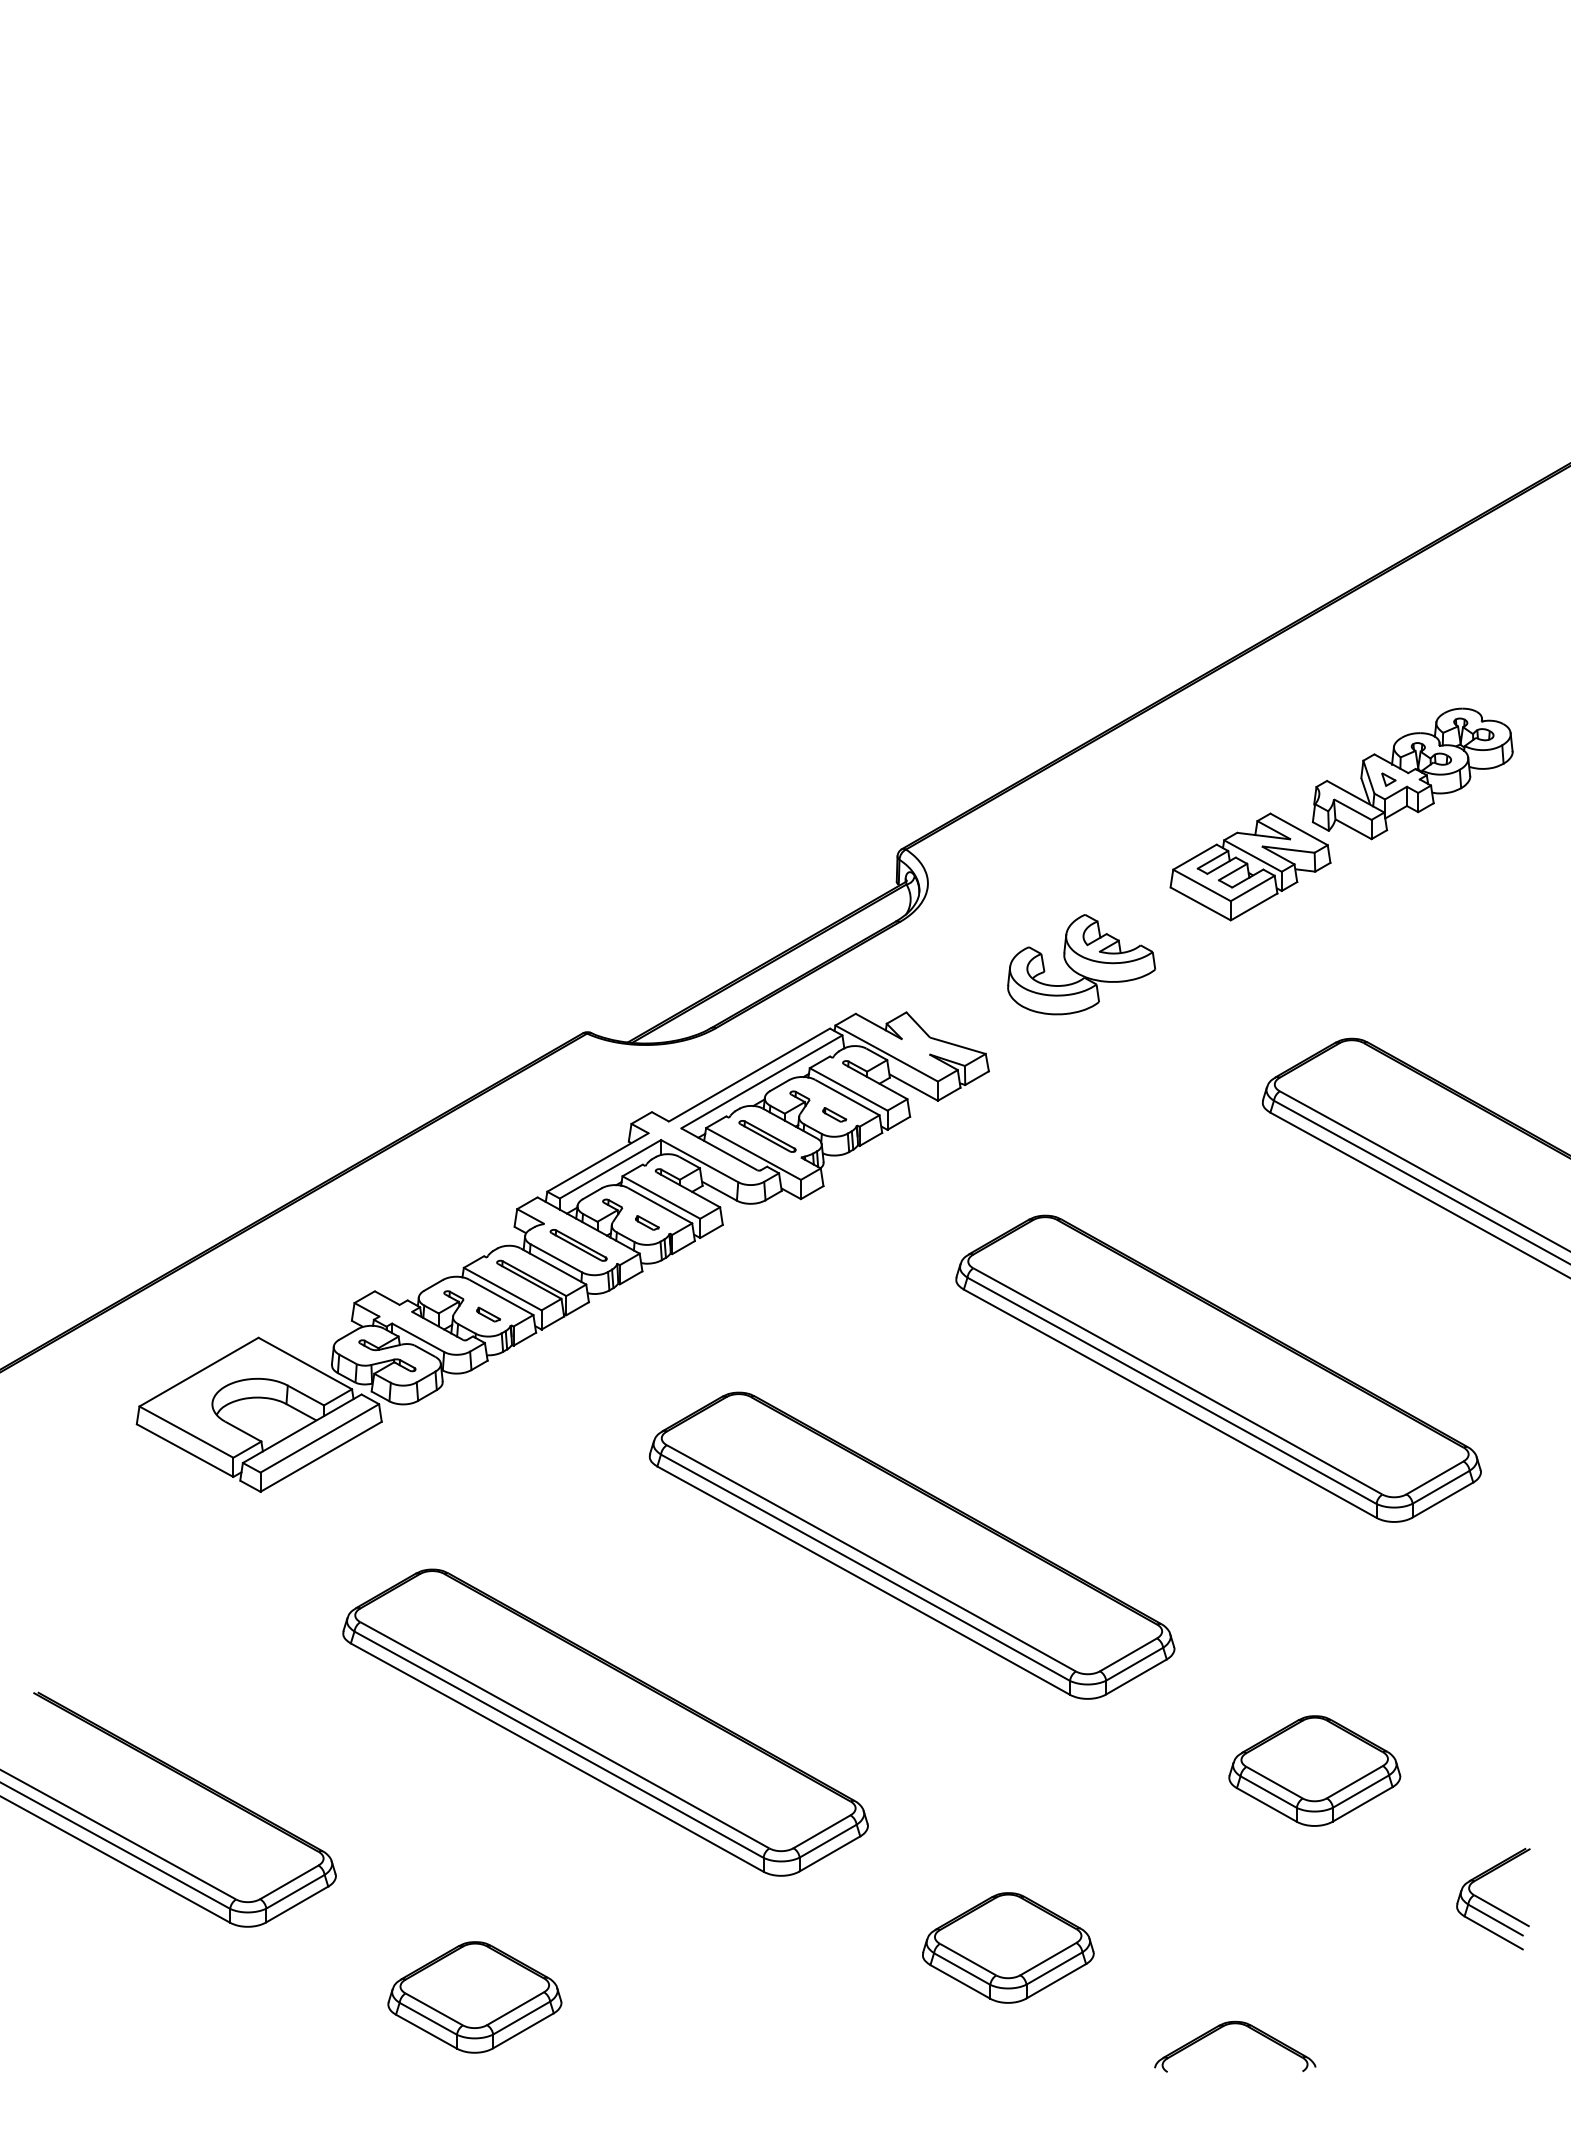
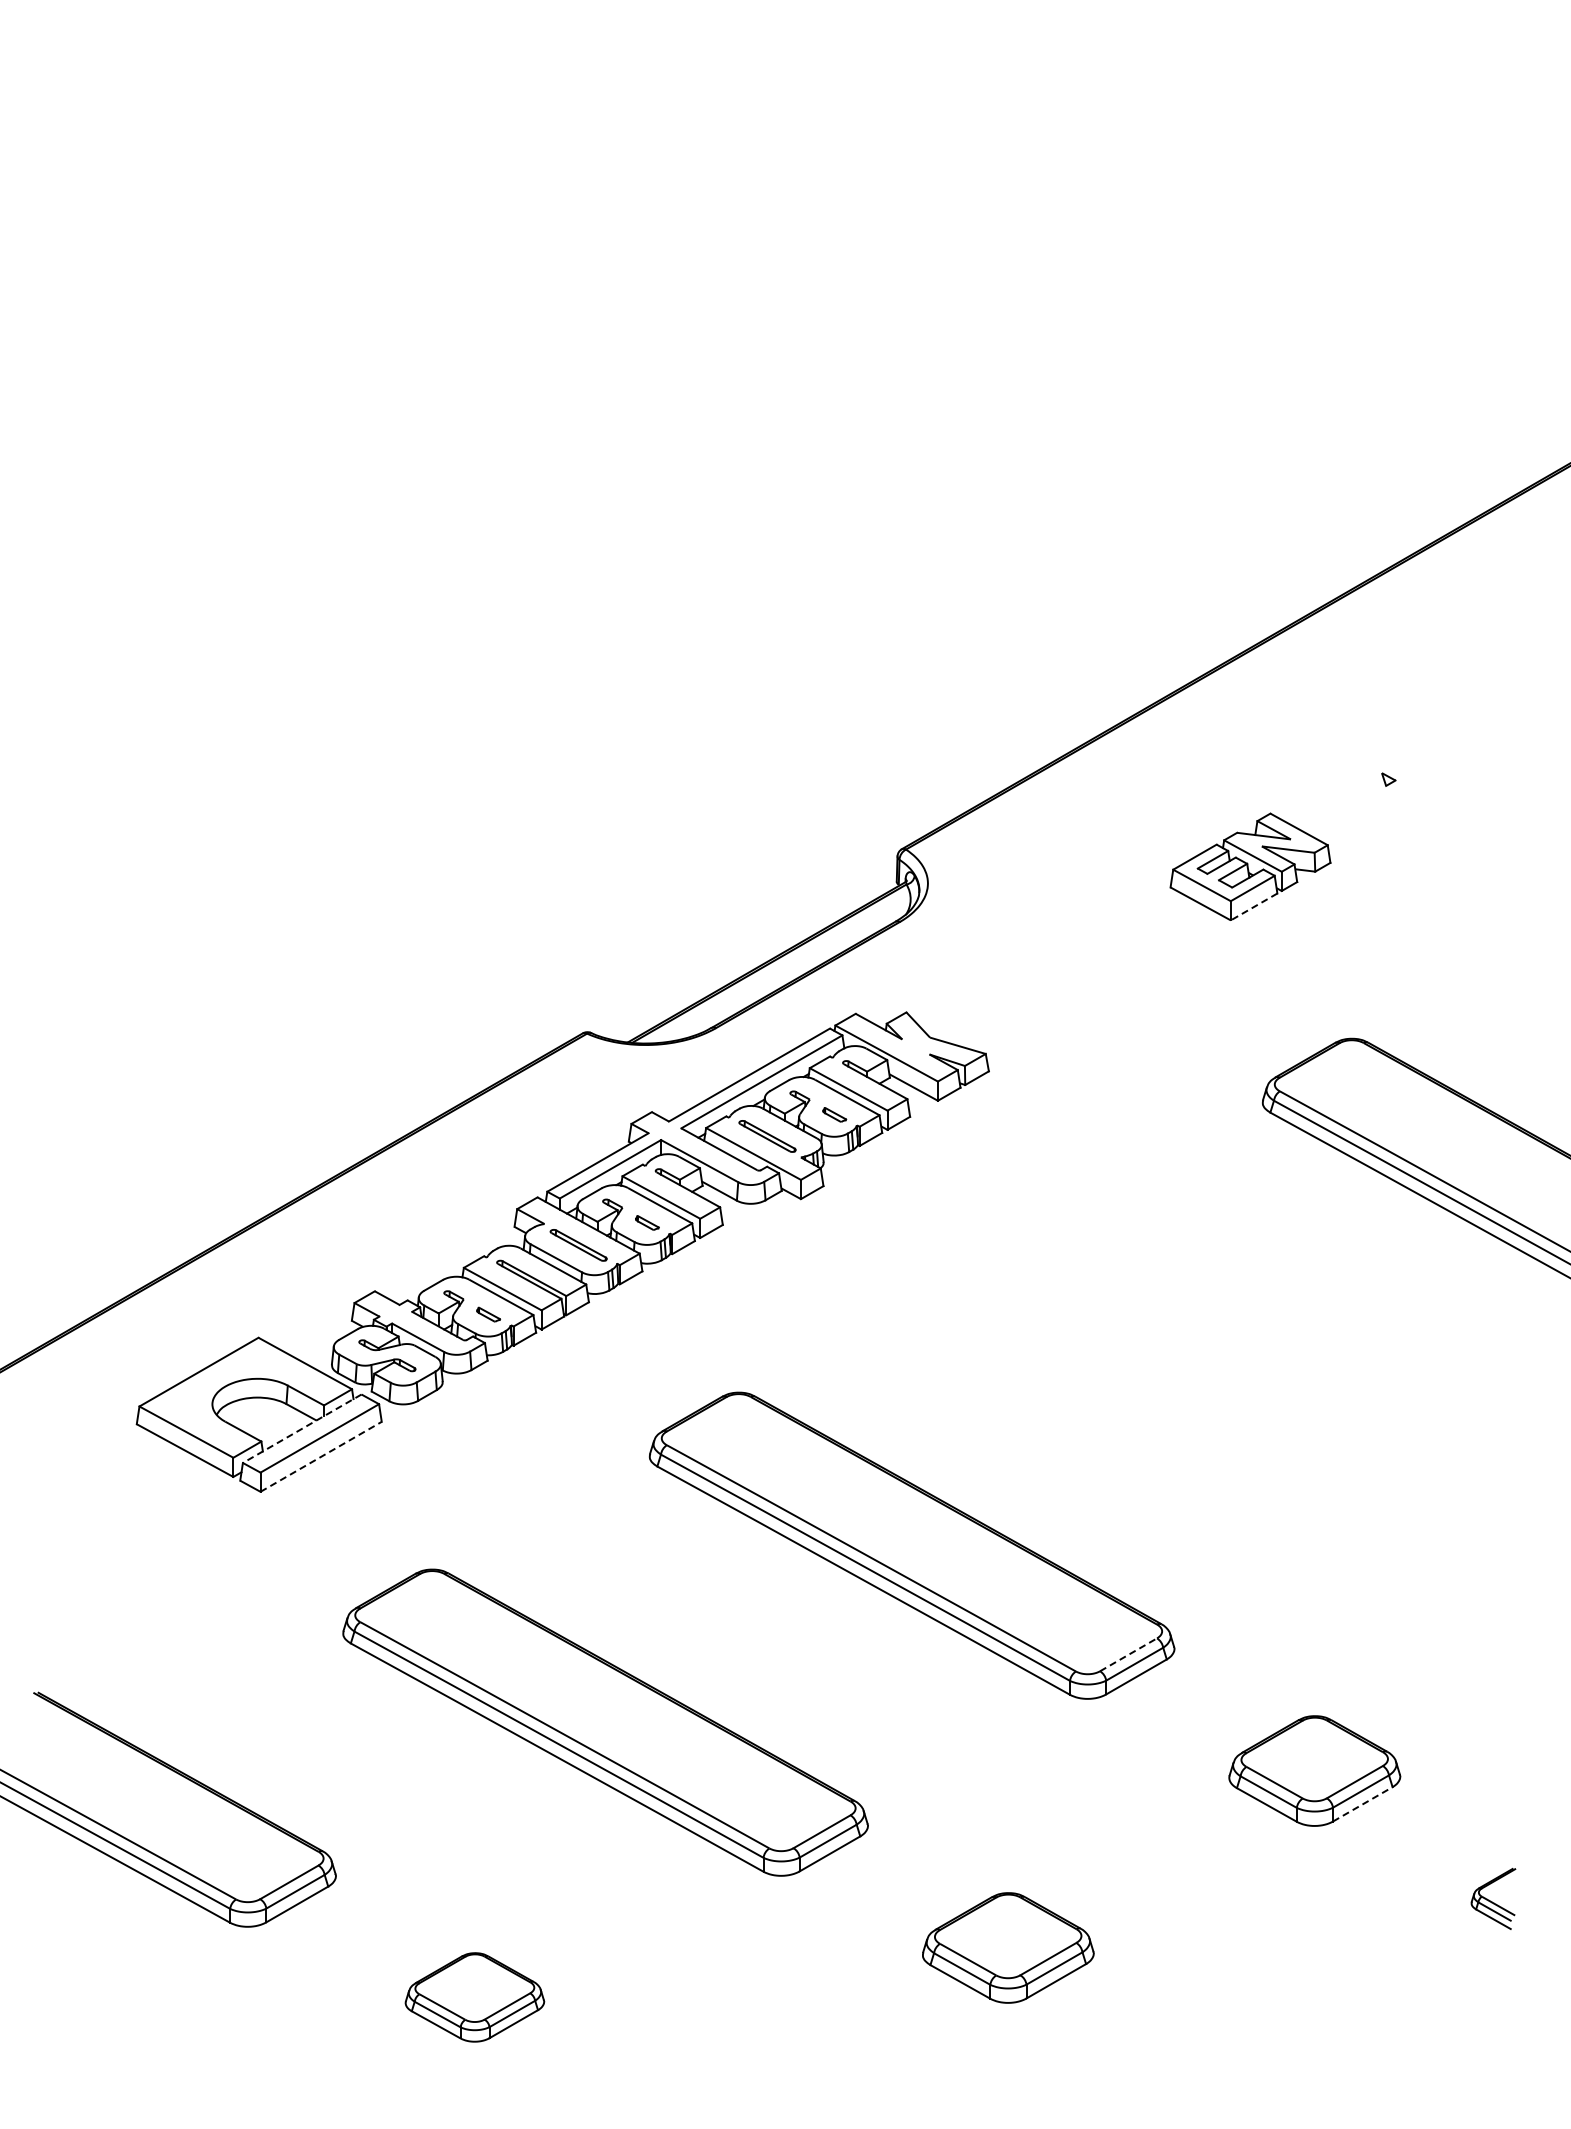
part at (1412, 773): present -> none
line at (1254, 906): solid -> dashed
part at (1081, 964): present -> none
part at (1218, 1368): present -> none
line at (301, 1428): solid -> dashed
line at (321, 1456): solid -> dashed
line at (1128, 1654): solid -> dashed
line at (1363, 1804): solid -> dashed
part at (1493, 1898) size: 75x104 px -> 47x62 px
part at (474, 1997) size: 176x113 px -> 142x91 px
part at (1235, 2024): present -> none
